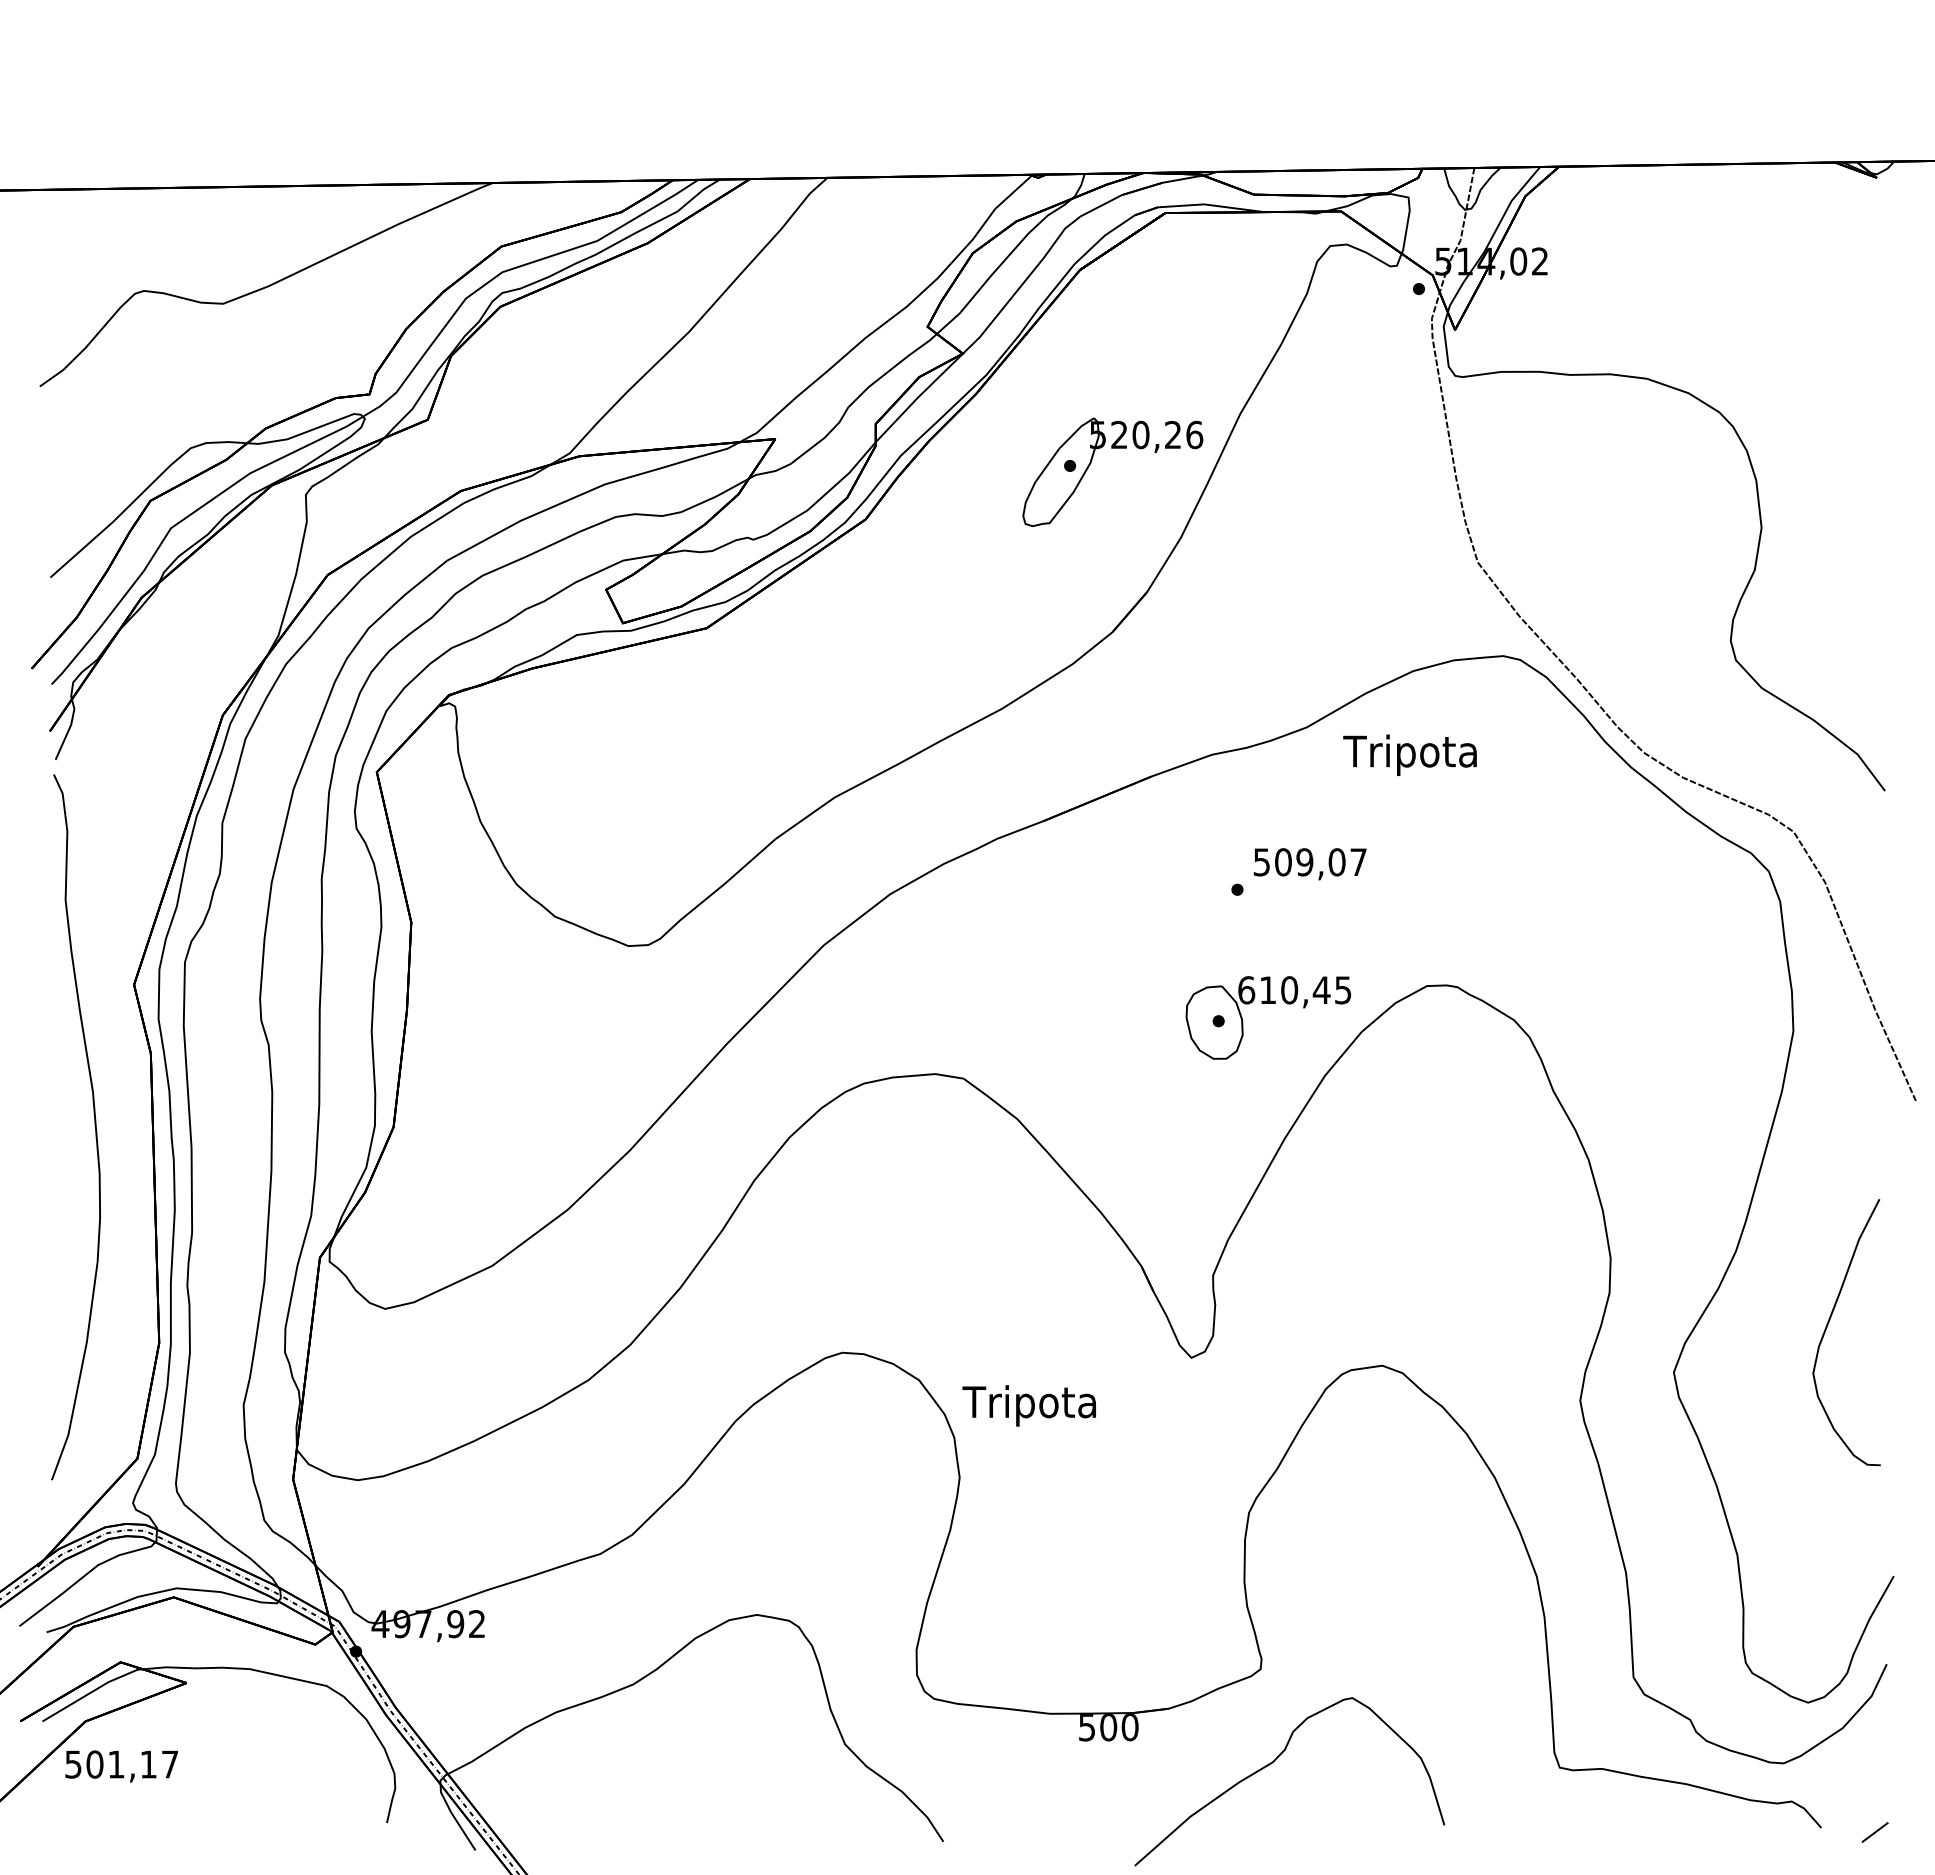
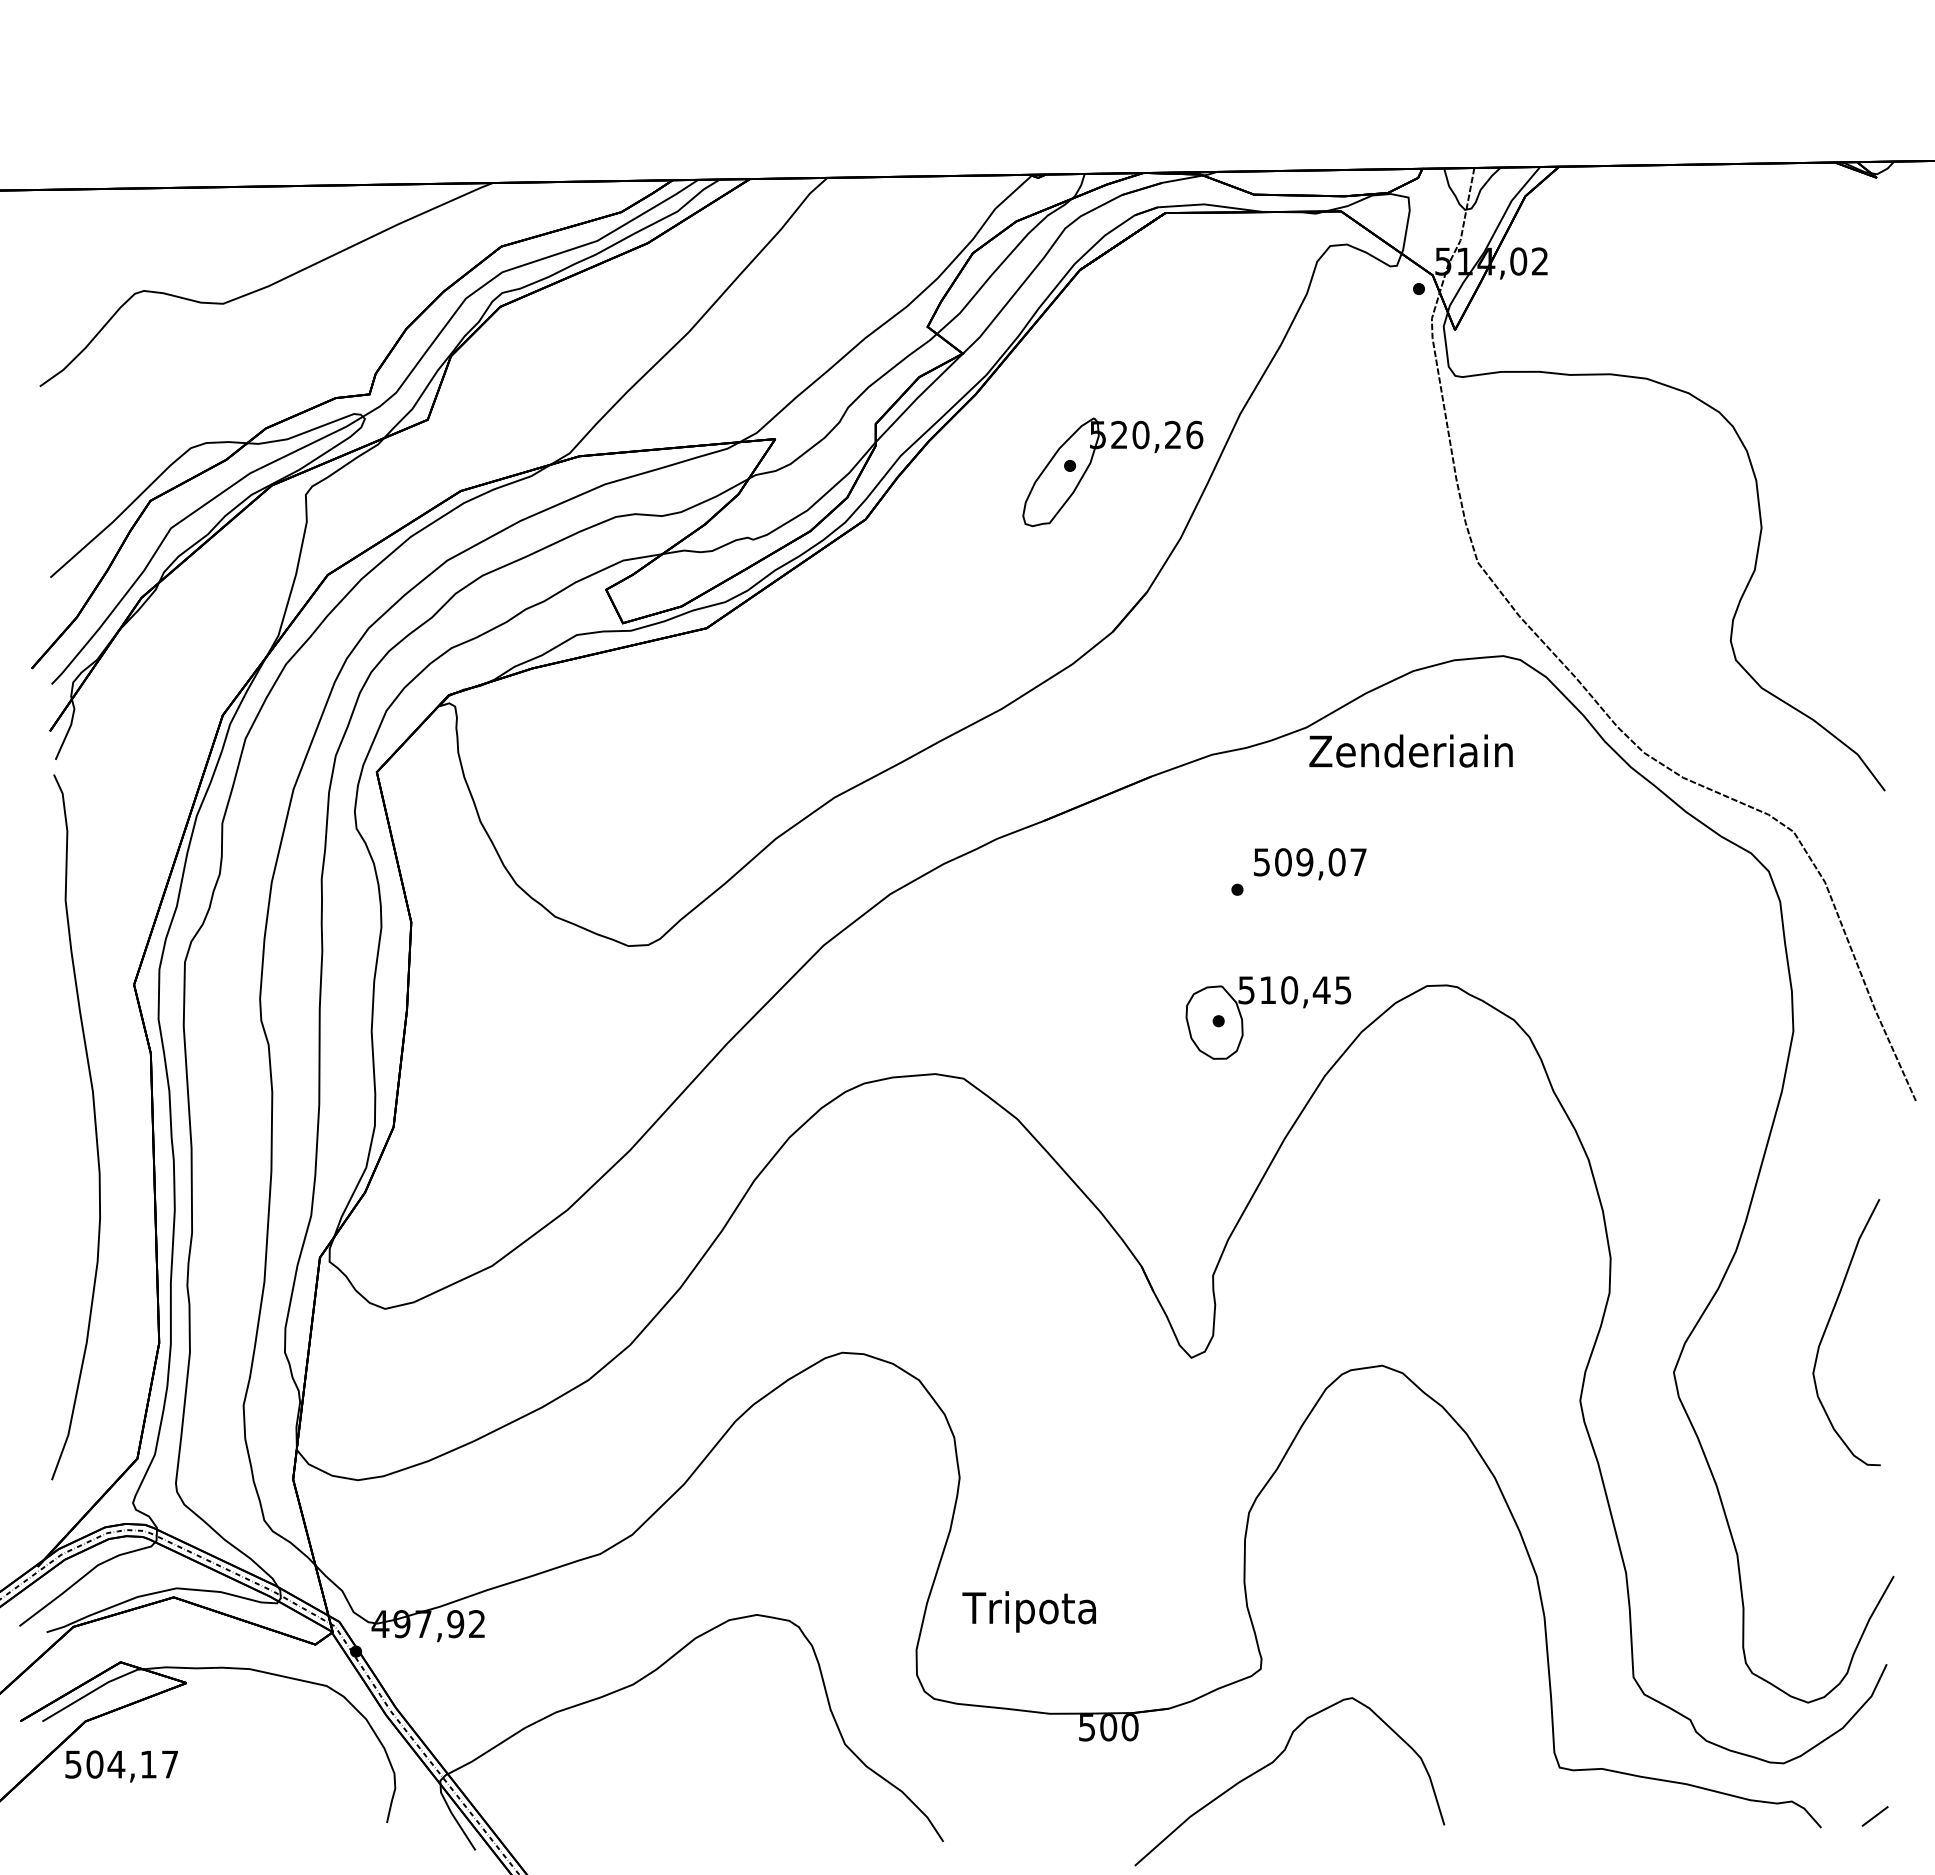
text at (1410, 754): Tripota -> Zenderiain
text at (1246, 990): 610,45 -> 510,45
text at (1028, 1405) position: (1028, 1405) -> (1028, 1611)
text at (116, 1764): 501,17 -> 504,17
line at (1874, 1832) position: (1874, 1832) -> (1874, 1816)
